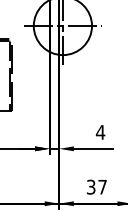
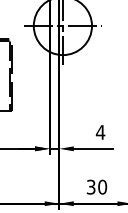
text at (102, 186): 37 -> 30
